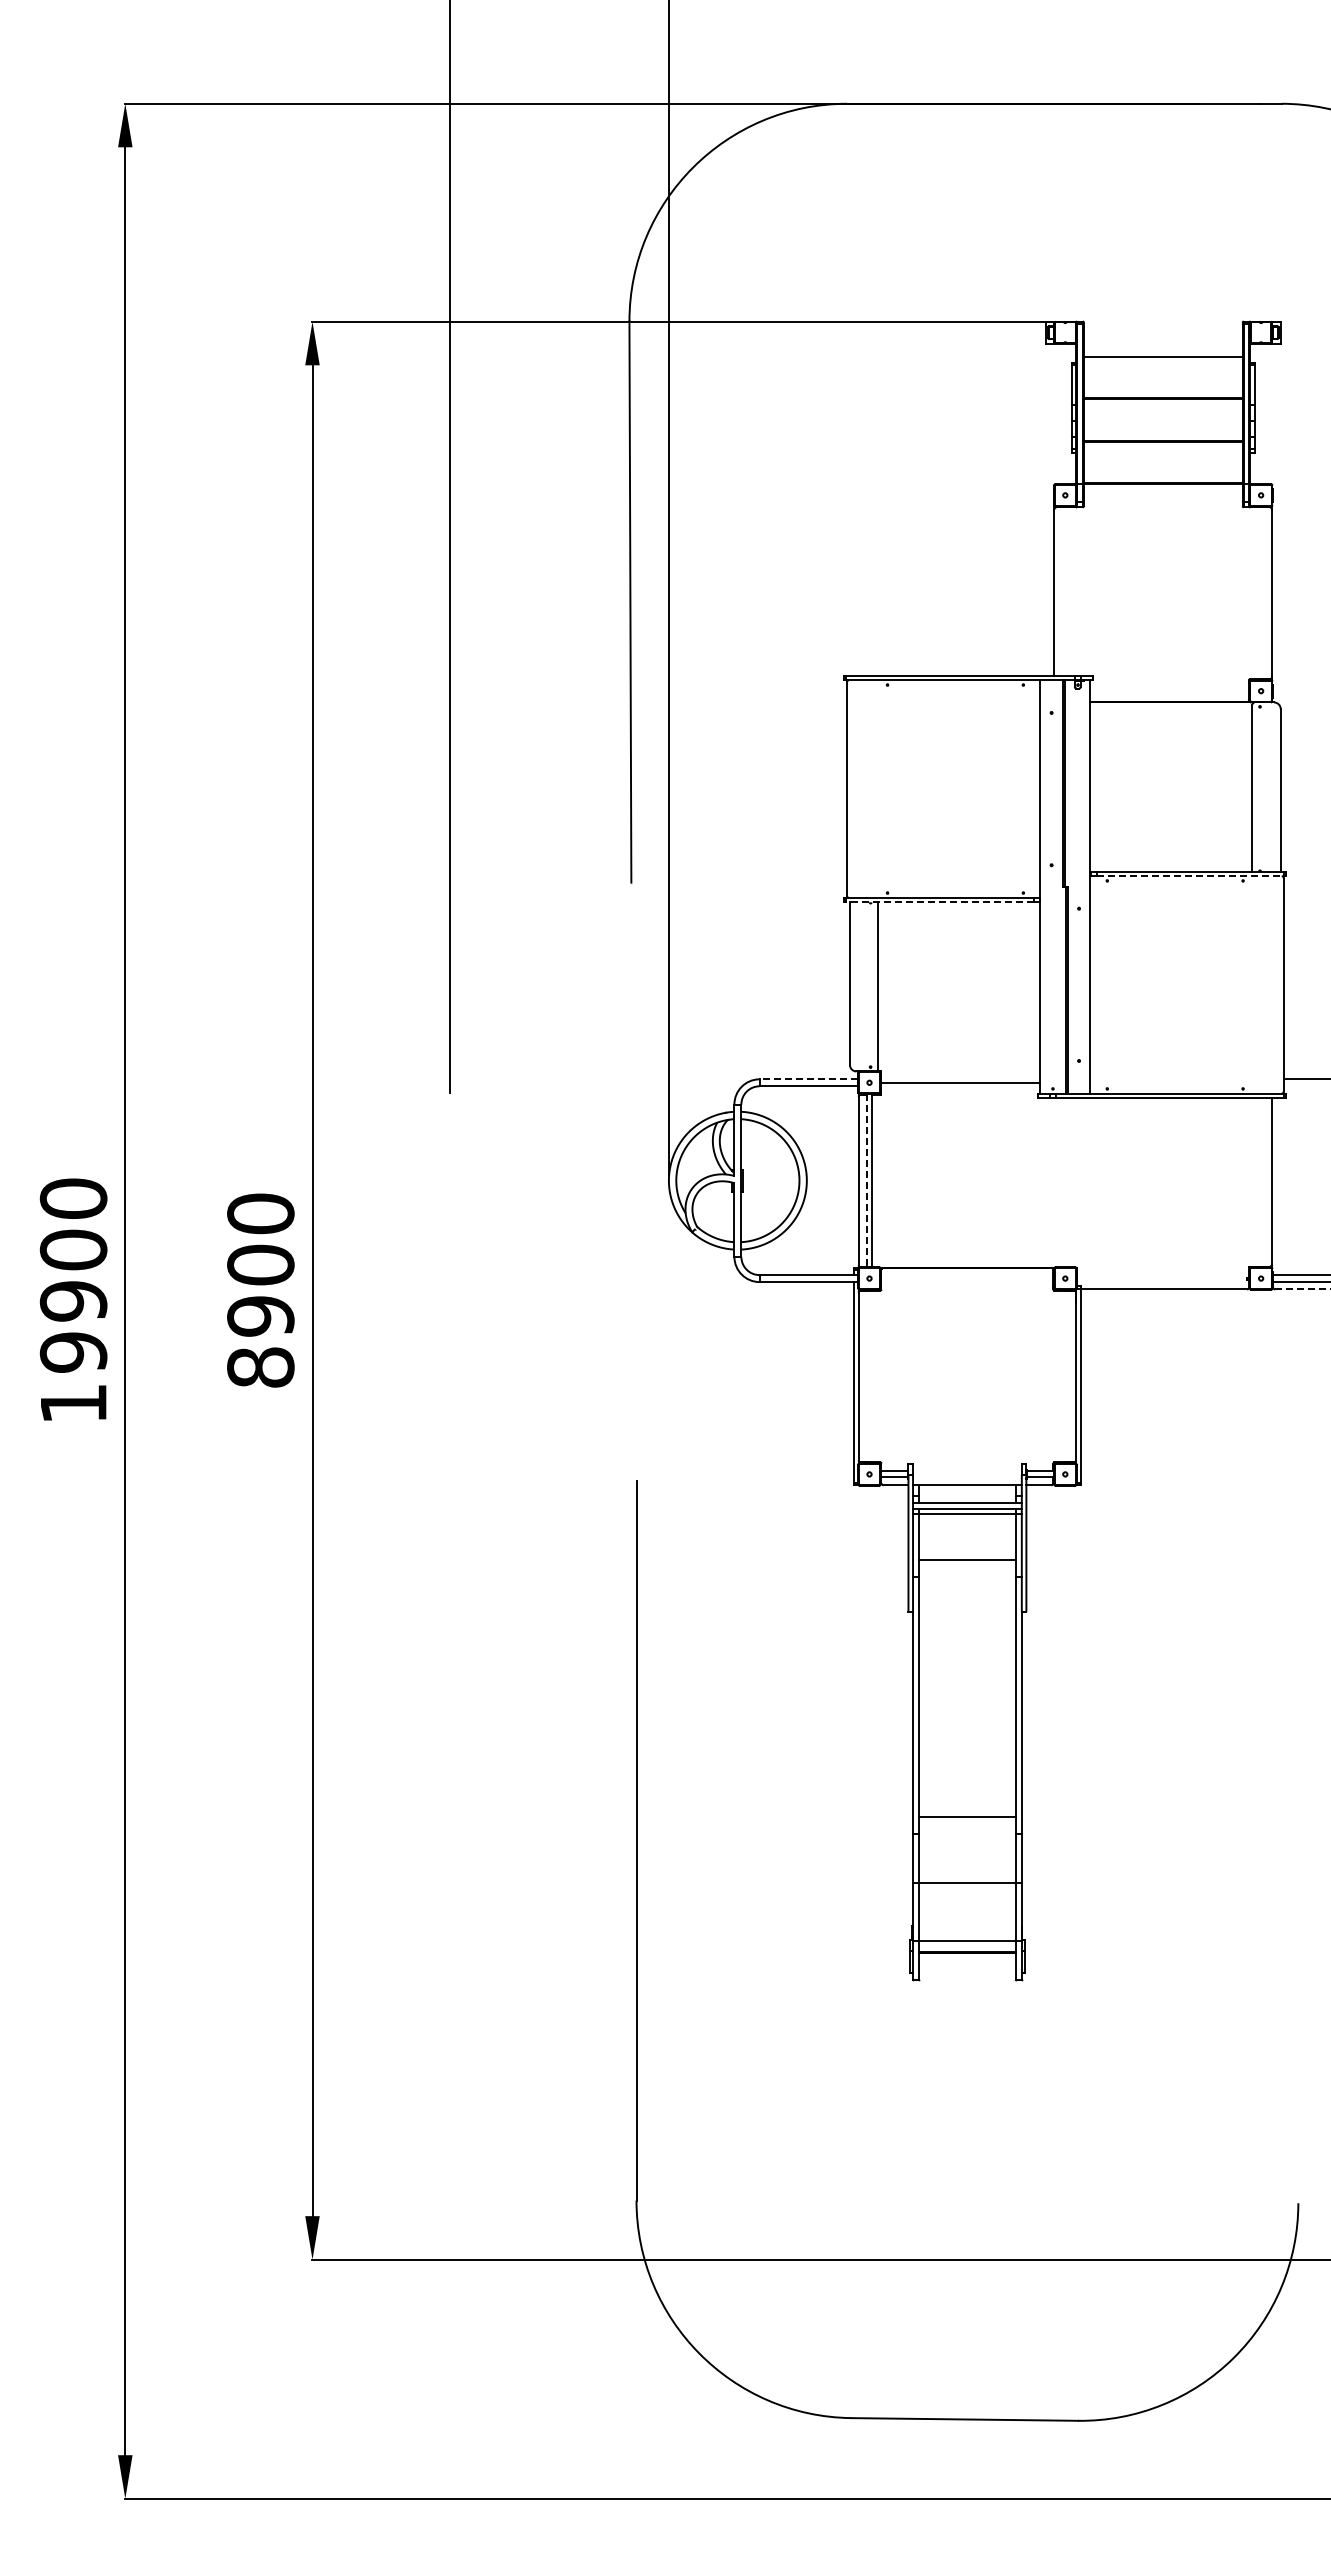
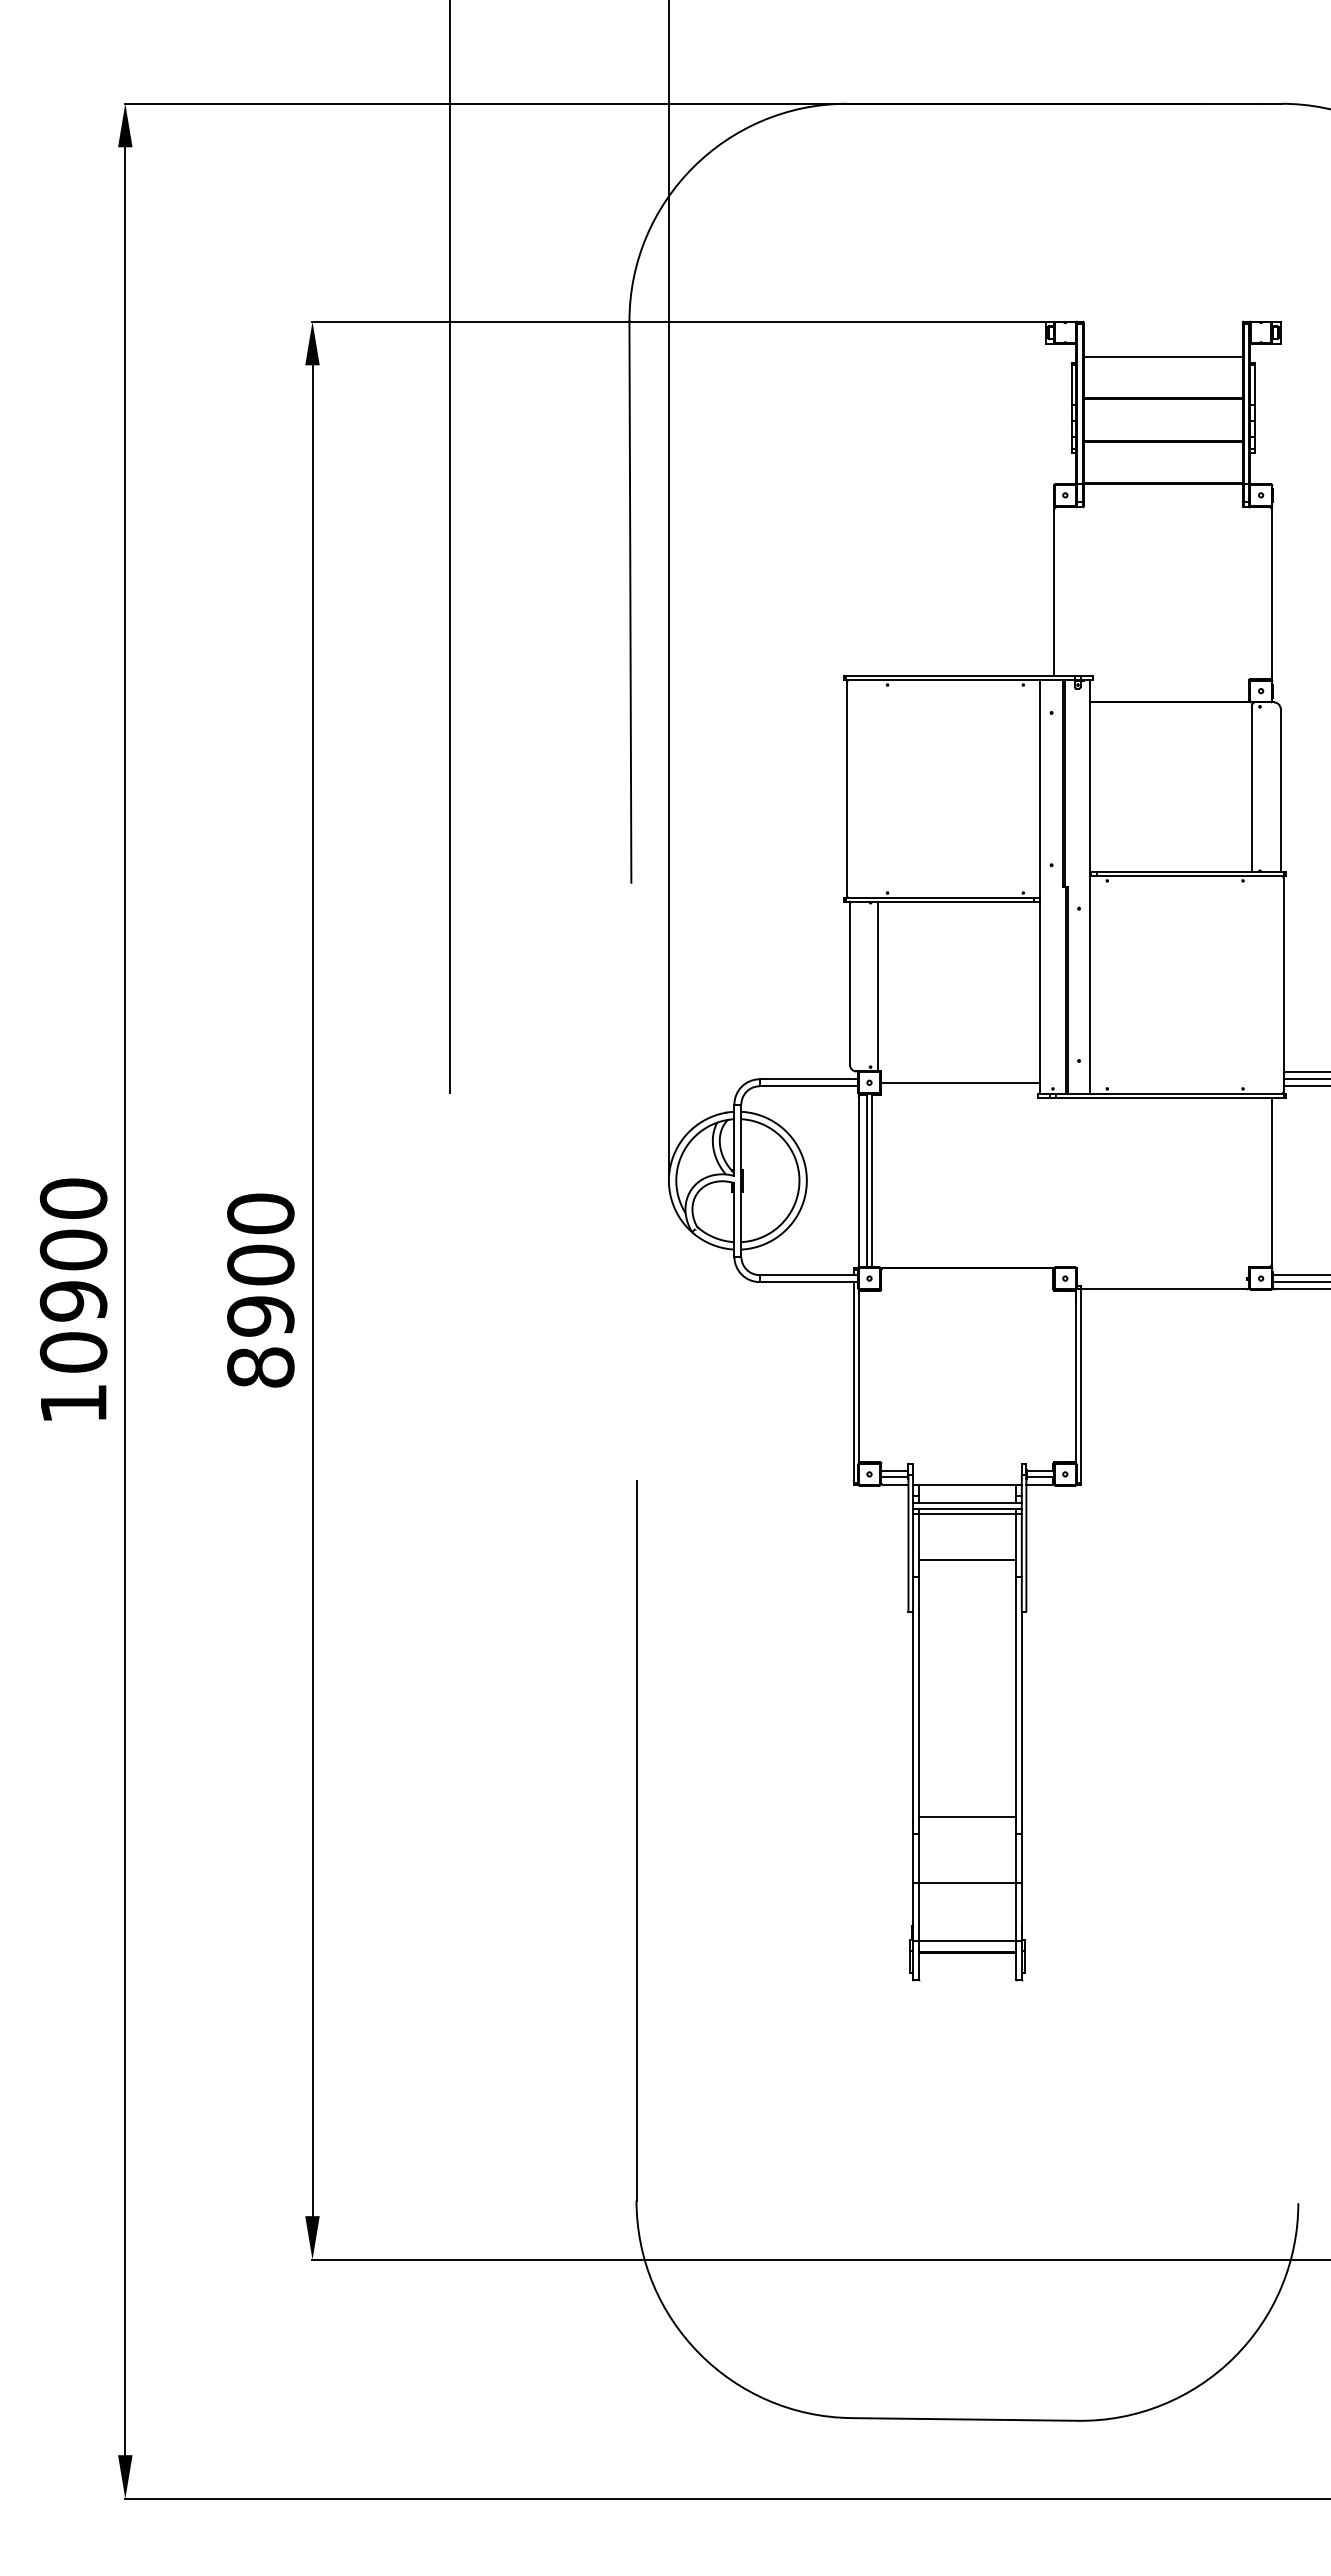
line at (1190, 876): dashed -> solid
line at (940, 902): dashed -> solid
line at (1305, 1071): none -> present
line at (808, 1079): dashed -> solid
line at (1305, 1086): none -> present
line at (866, 1181): dashed -> solid
line at (1303, 1289): dashed -> solid
text at (73, 1352): 19900 -> 10900
